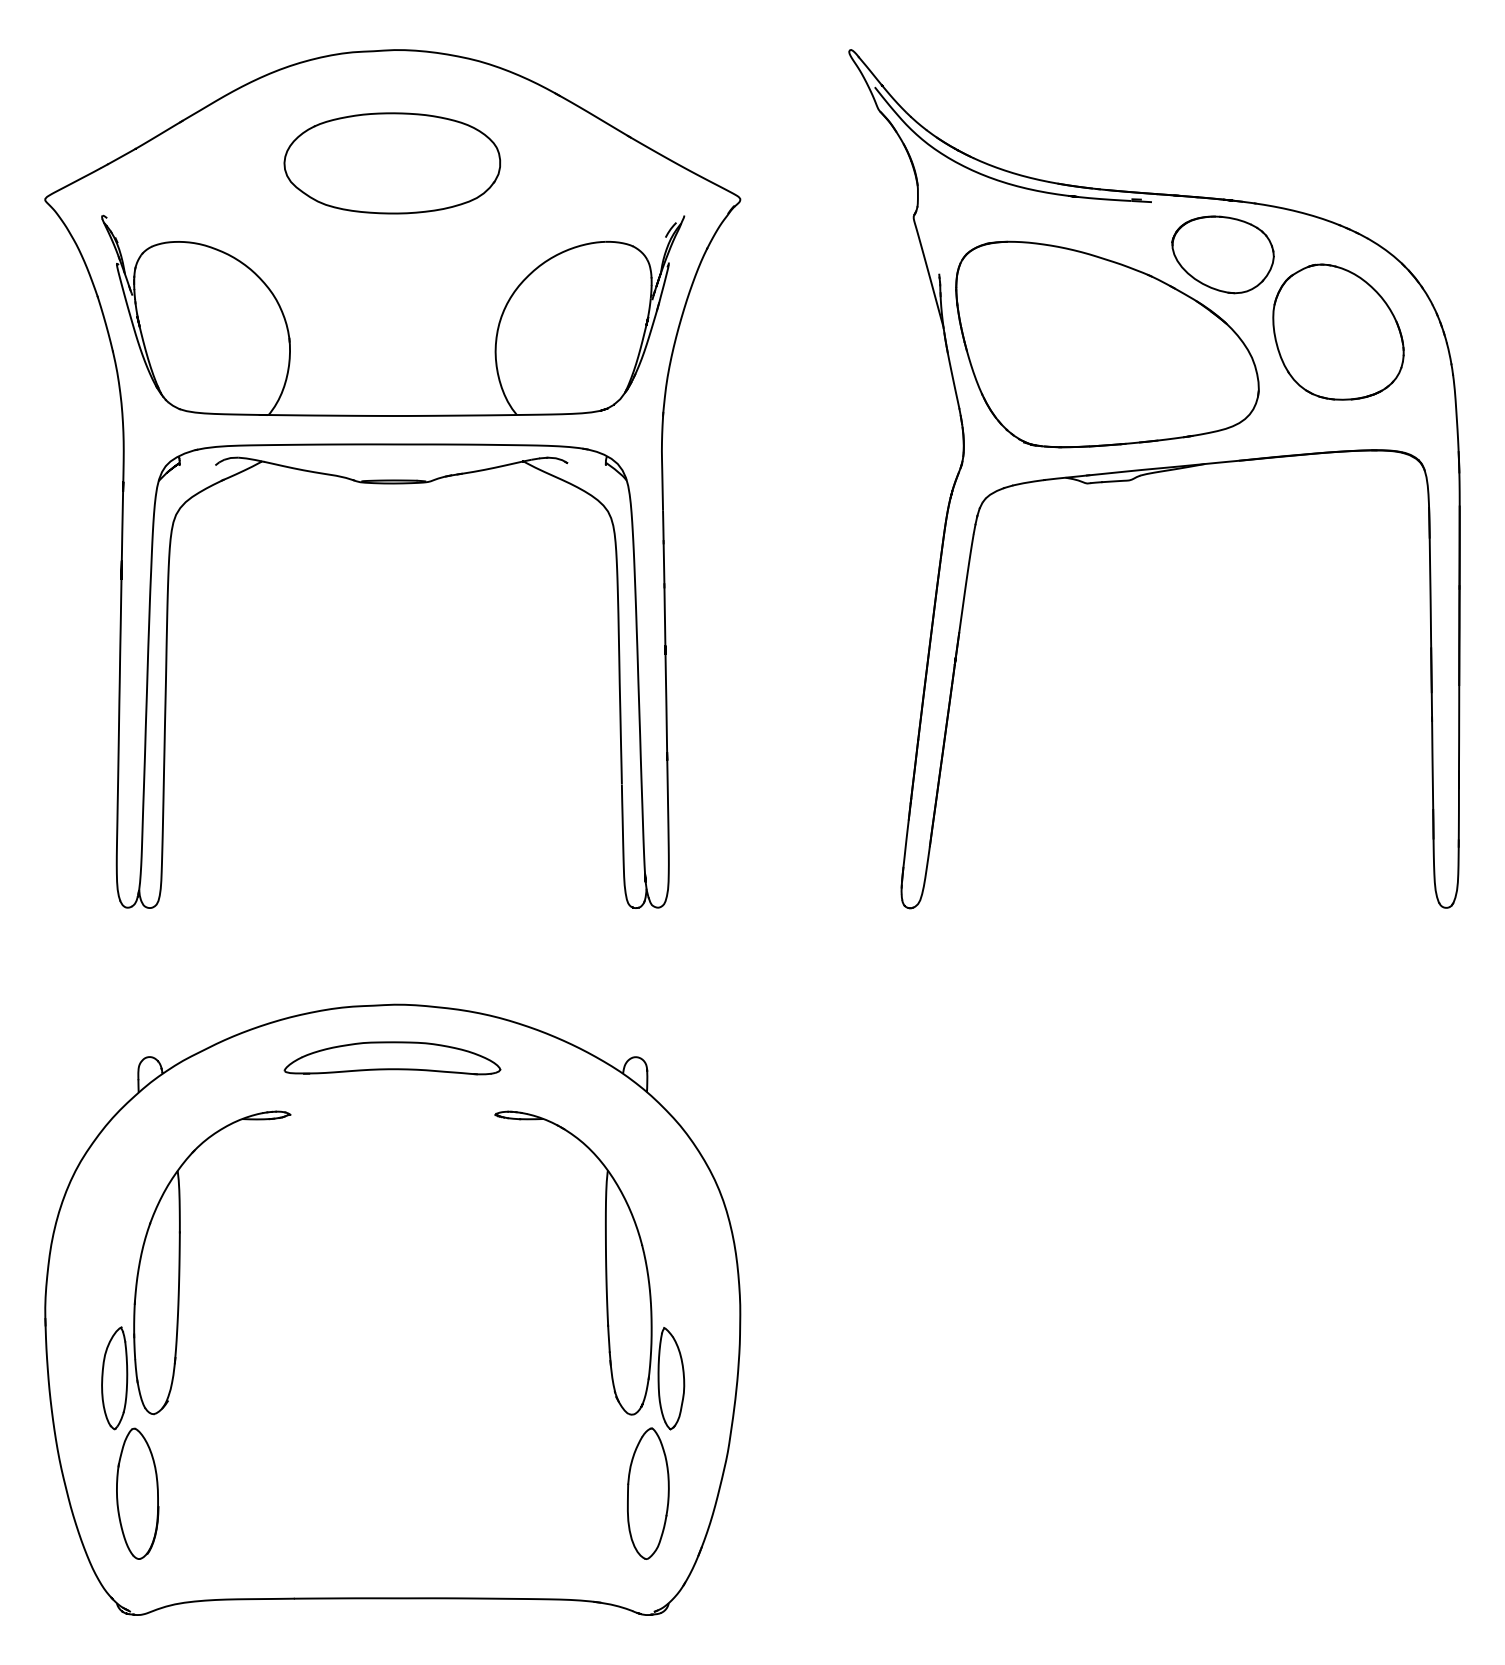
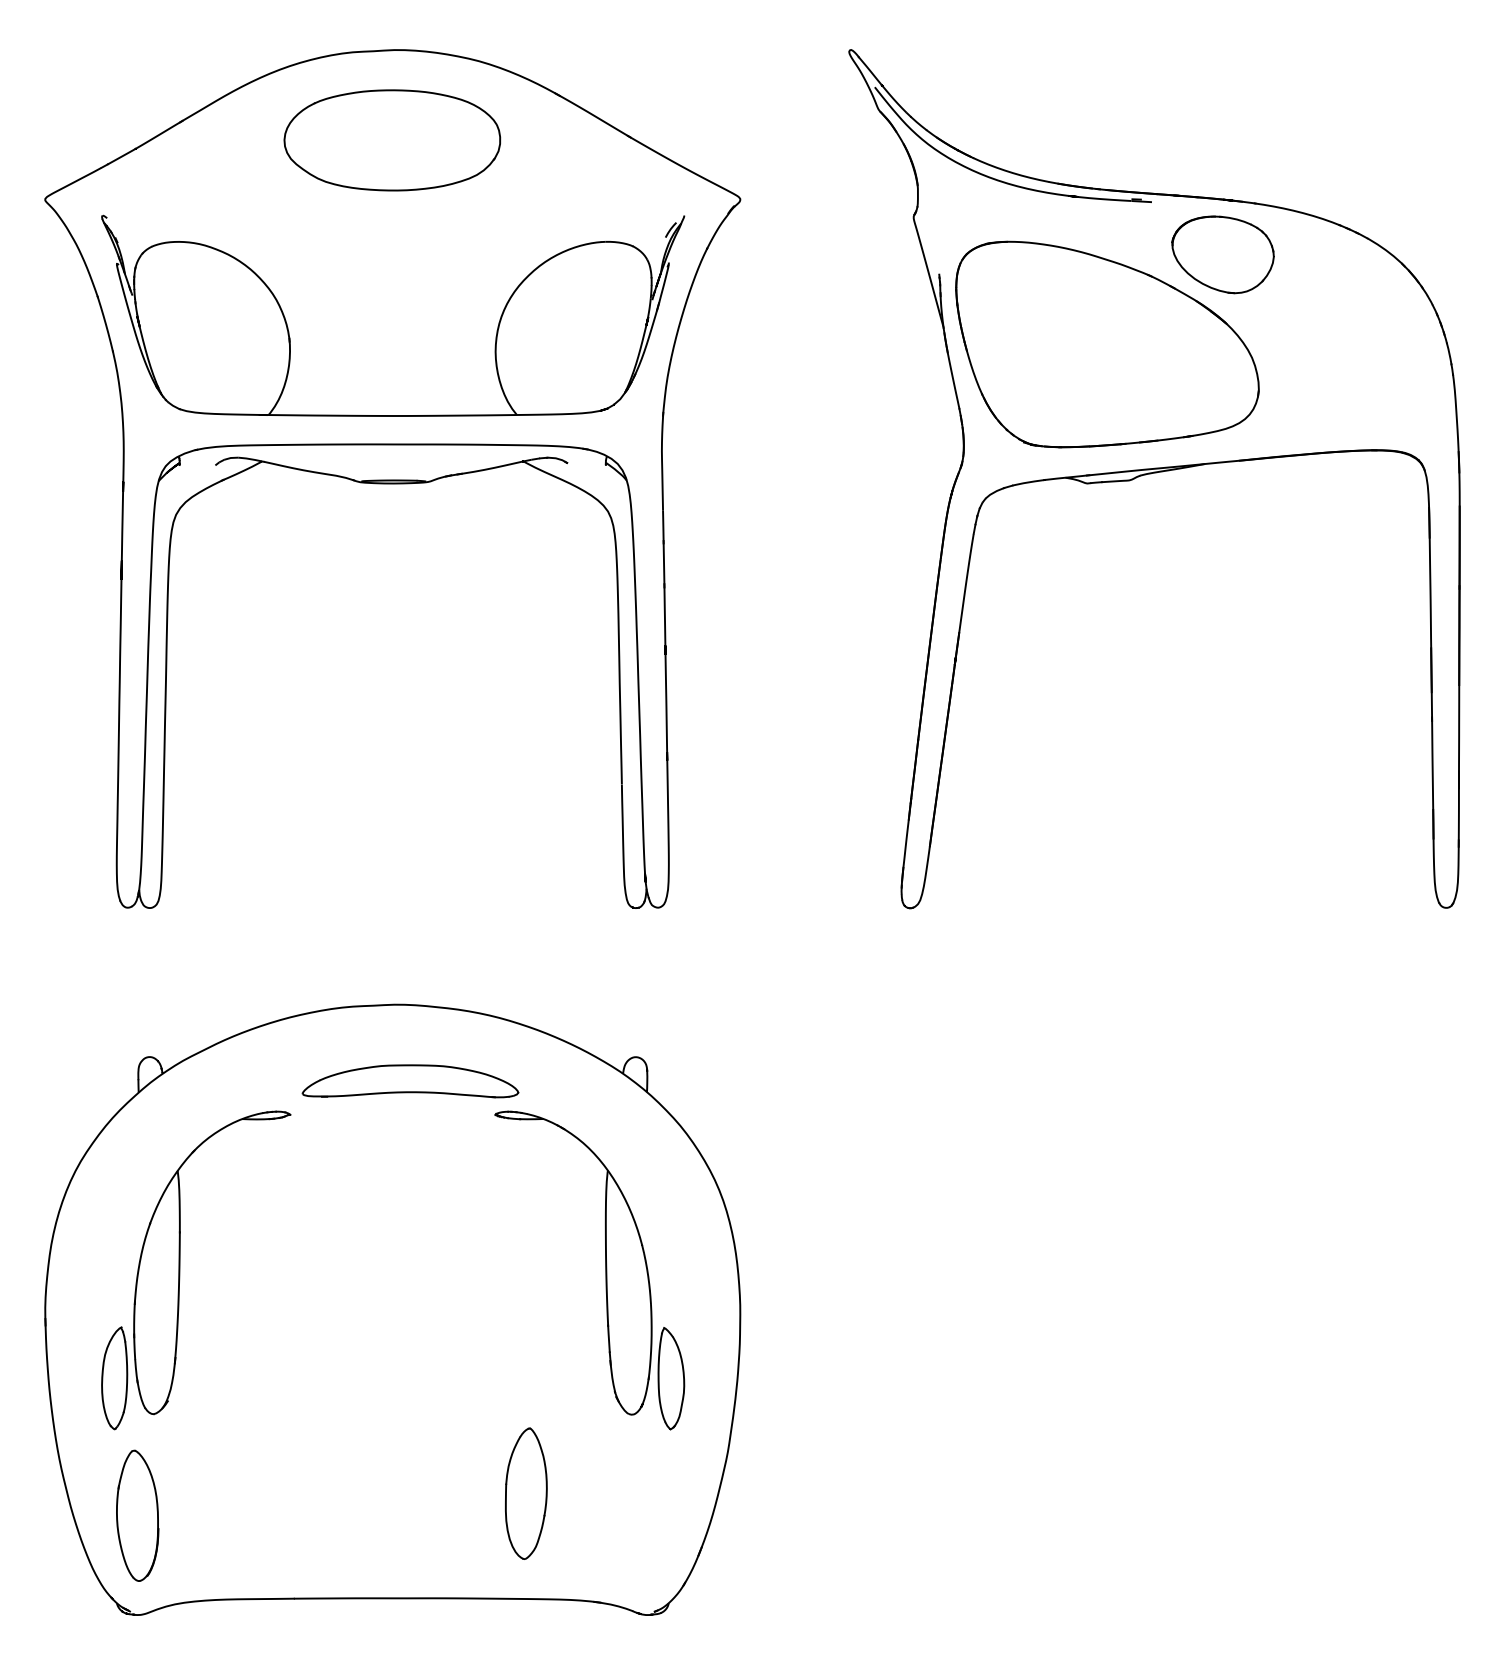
part at (392, 163) position: (392, 163) -> (392, 140)
part at (1338, 331): present -> none
part at (392, 1058) position: (392, 1058) -> (410, 1081)
part at (137, 1493) position: (137, 1493) -> (137, 1515)
part at (648, 1493) position: (648, 1493) -> (526, 1493)
